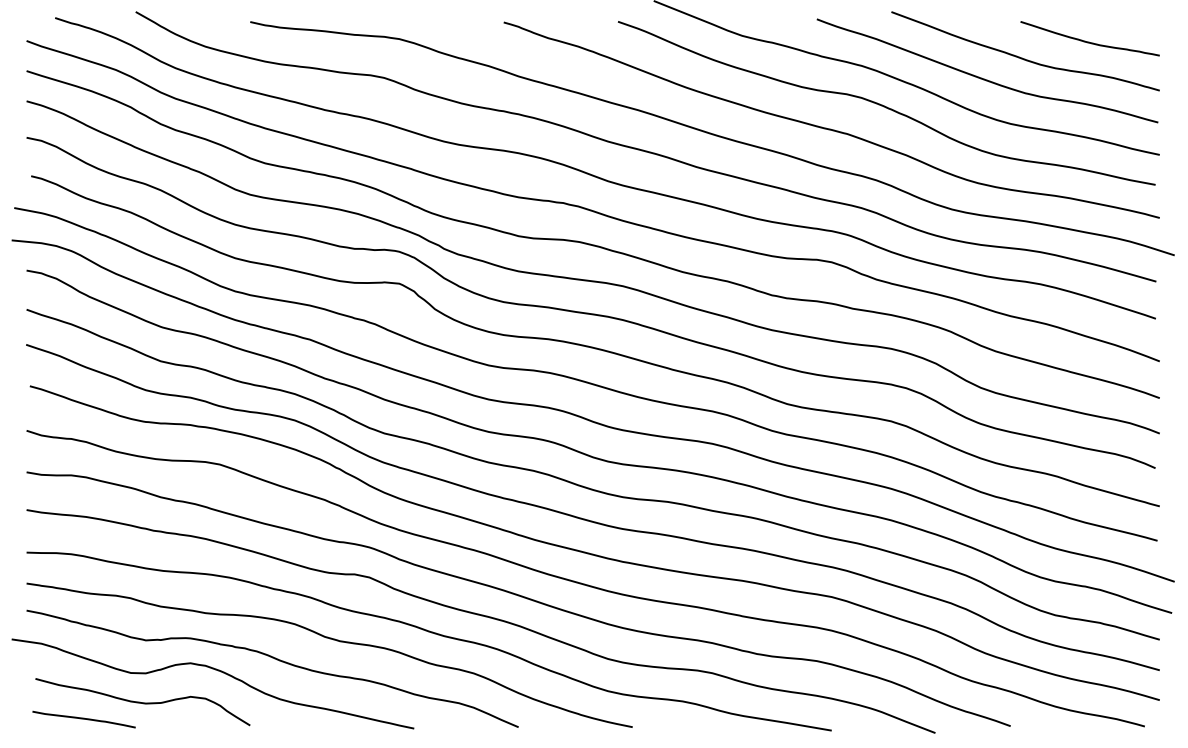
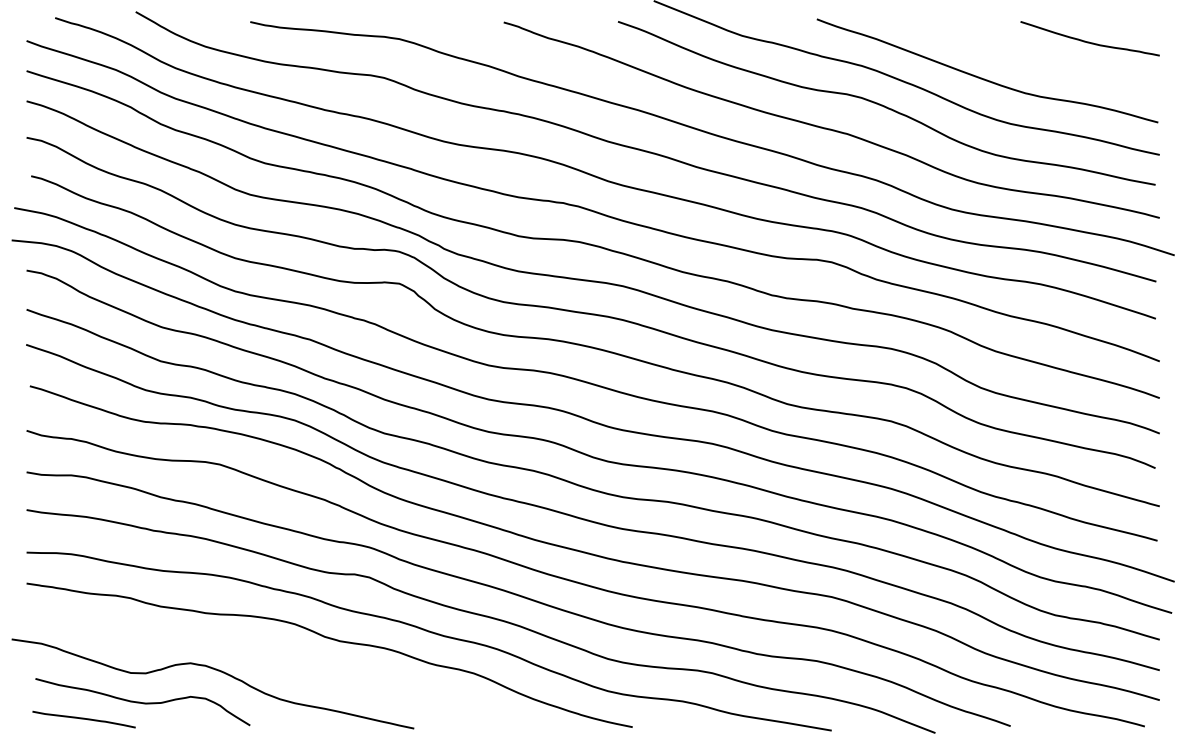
curve at (1022, 57): present -> none
curve at (274, 659): present -> none
